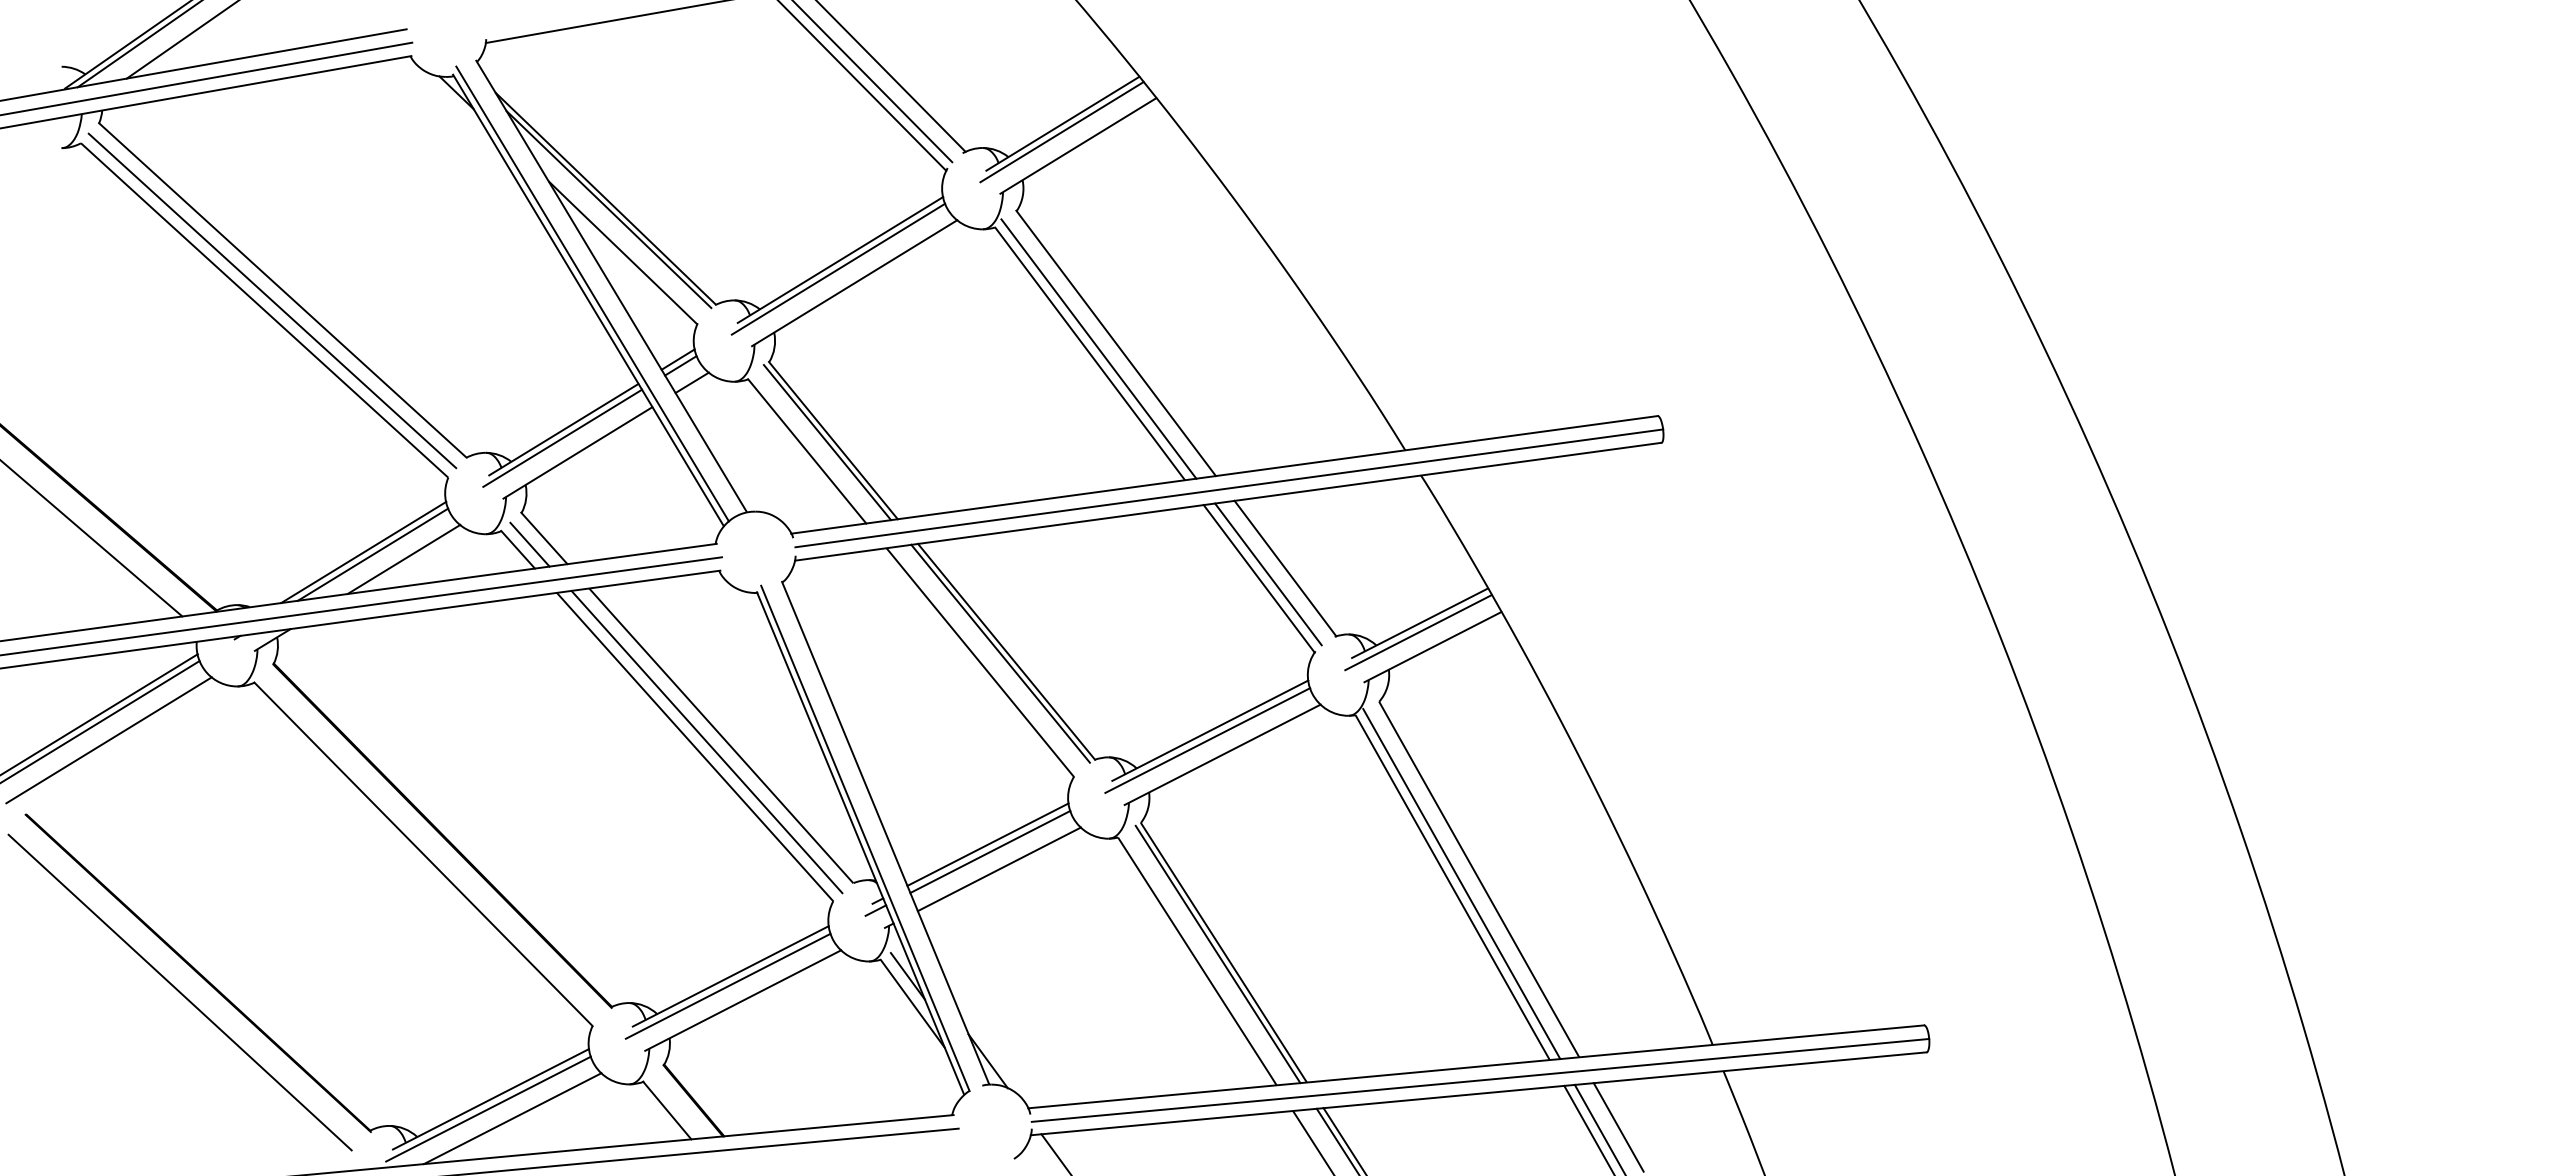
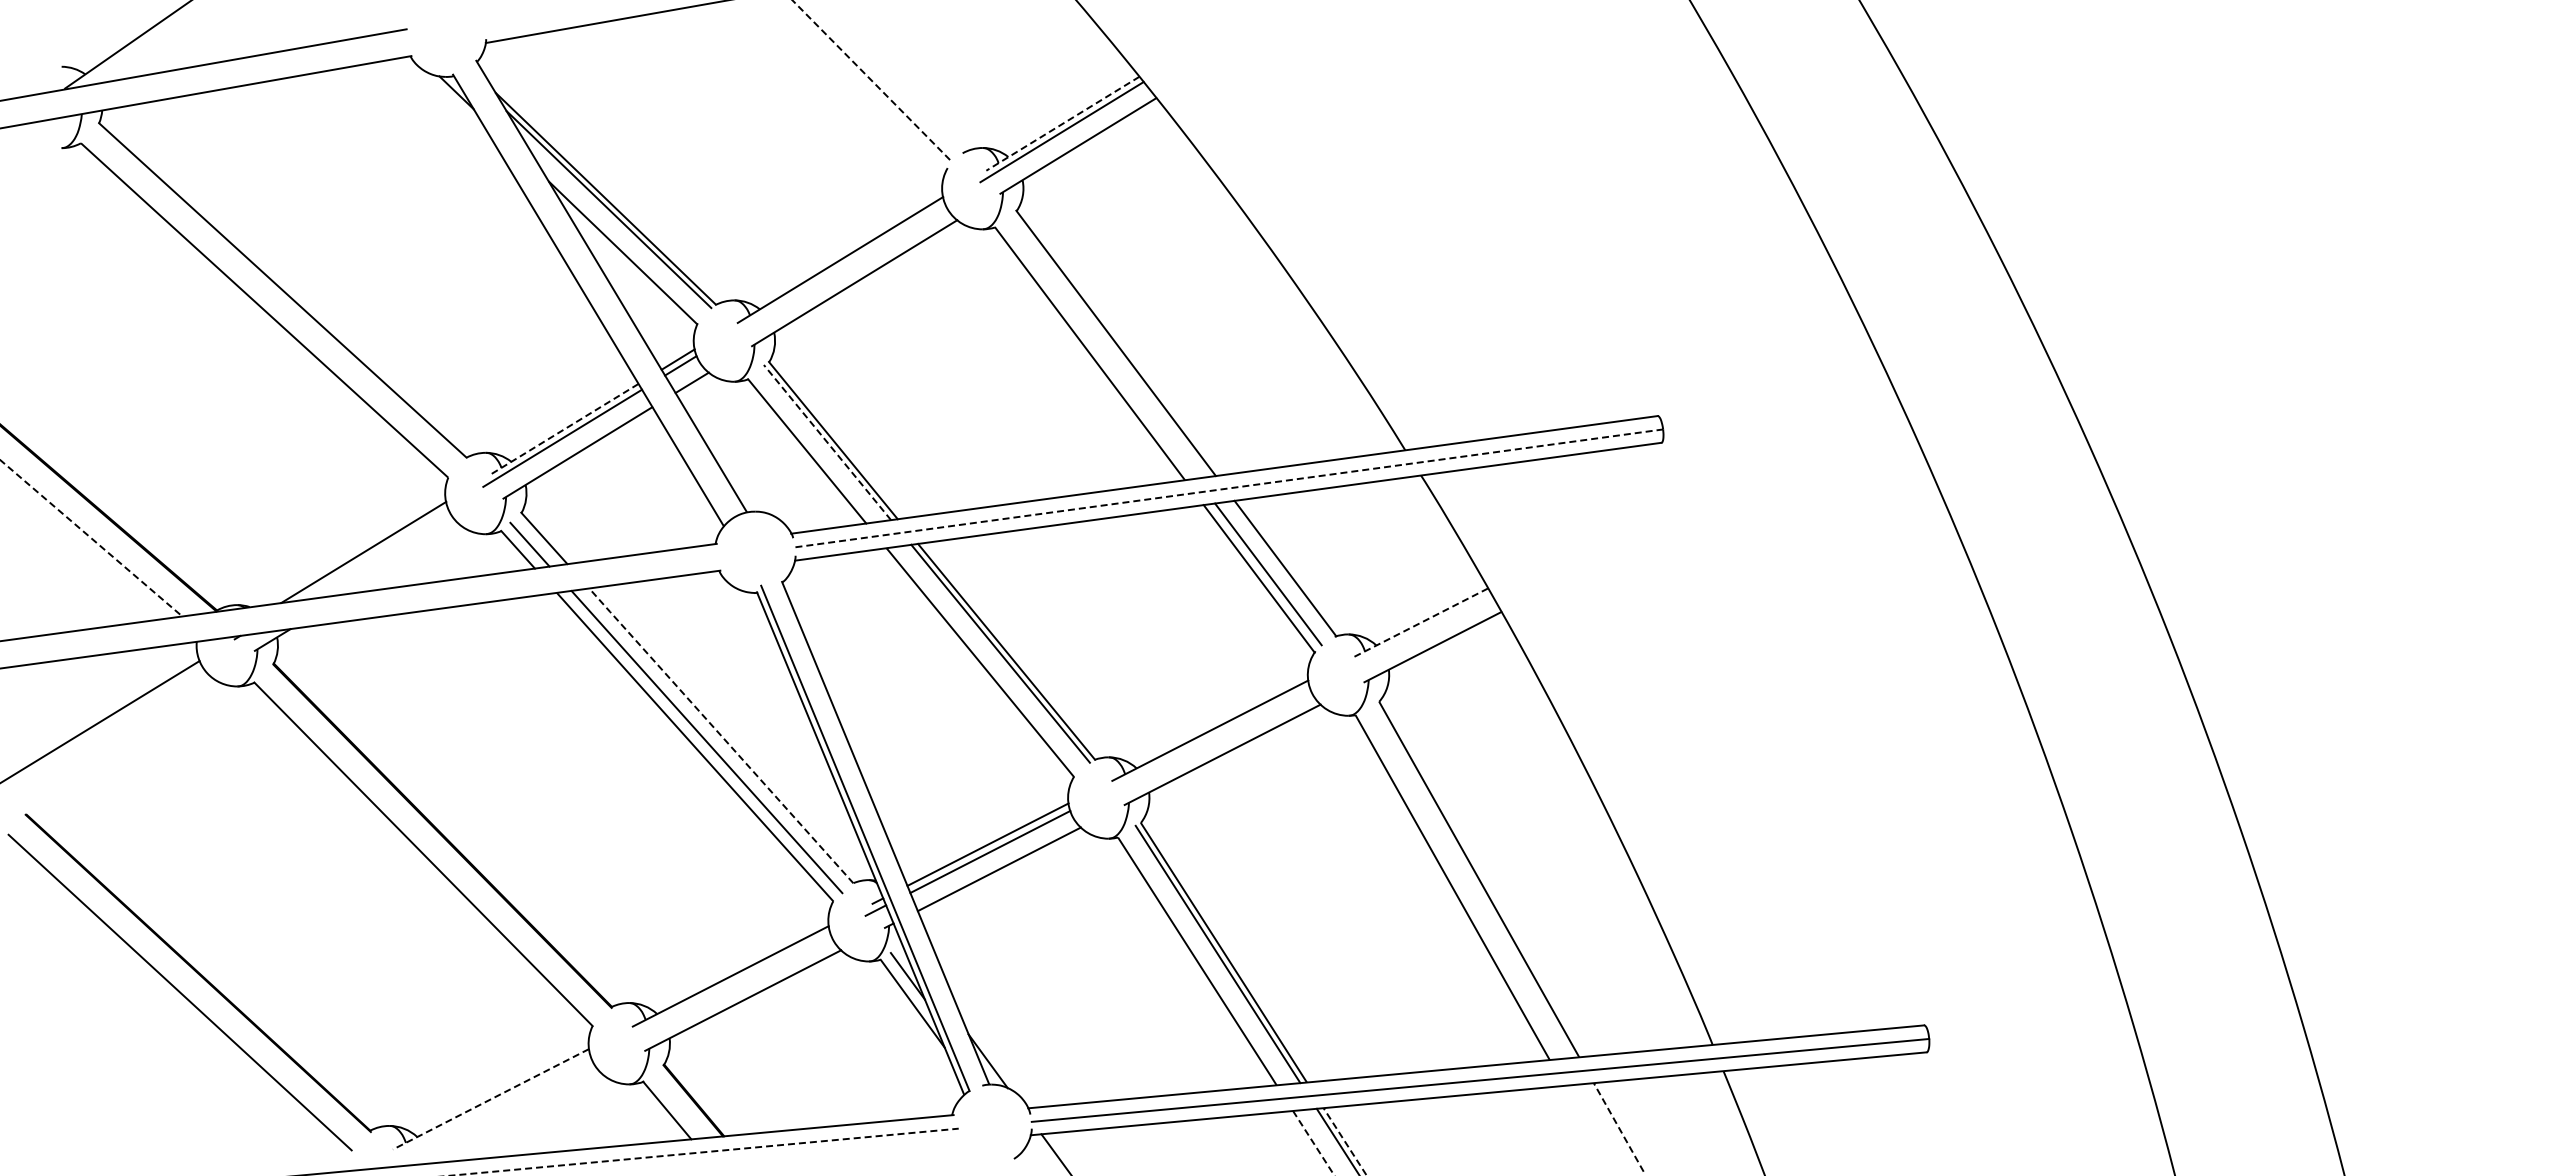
line at (181, 40): present -> none
line at (138, 44): present -> none
line at (891, 76): present -> none
line at (207, 78): present -> none
line at (872, 81): solid -> dashed
line at (862, 86): present -> none
line at (1062, 123): solid -> dashed
line at (838, 268): present -> none
line at (592, 293): present -> none
line at (272, 300): present -> none
line at (1098, 348): present -> none
line at (563, 429): solid -> dashed
line at (827, 442): solid -> dashed
line at (1229, 488): solid -> dashed
line at (91, 538): solid -> dashed
line at (372, 554): present -> none
line at (403, 558): present -> none
line at (362, 606): present -> none
line at (1419, 623): solid -> dashed
line at (1418, 632): present -> none
line at (99, 713): present -> none
line at (720, 734): solid -> dashed
line at (108, 740): present -> none
line at (1207, 740): present -> none
line at (1461, 883): present -> none
line at (727, 985): present -> none
line at (490, 1099): solid -> dashed
line at (488, 1108): present -> none
line at (512, 1118): present -> none
line at (1618, 1127): solid -> dashed
line at (1588, 1128): present -> none
line at (1599, 1128): present -> none
line at (1345, 1141): solid -> dashed
line at (1314, 1143): solid -> dashed
line at (703, 1152): solid -> dashed
